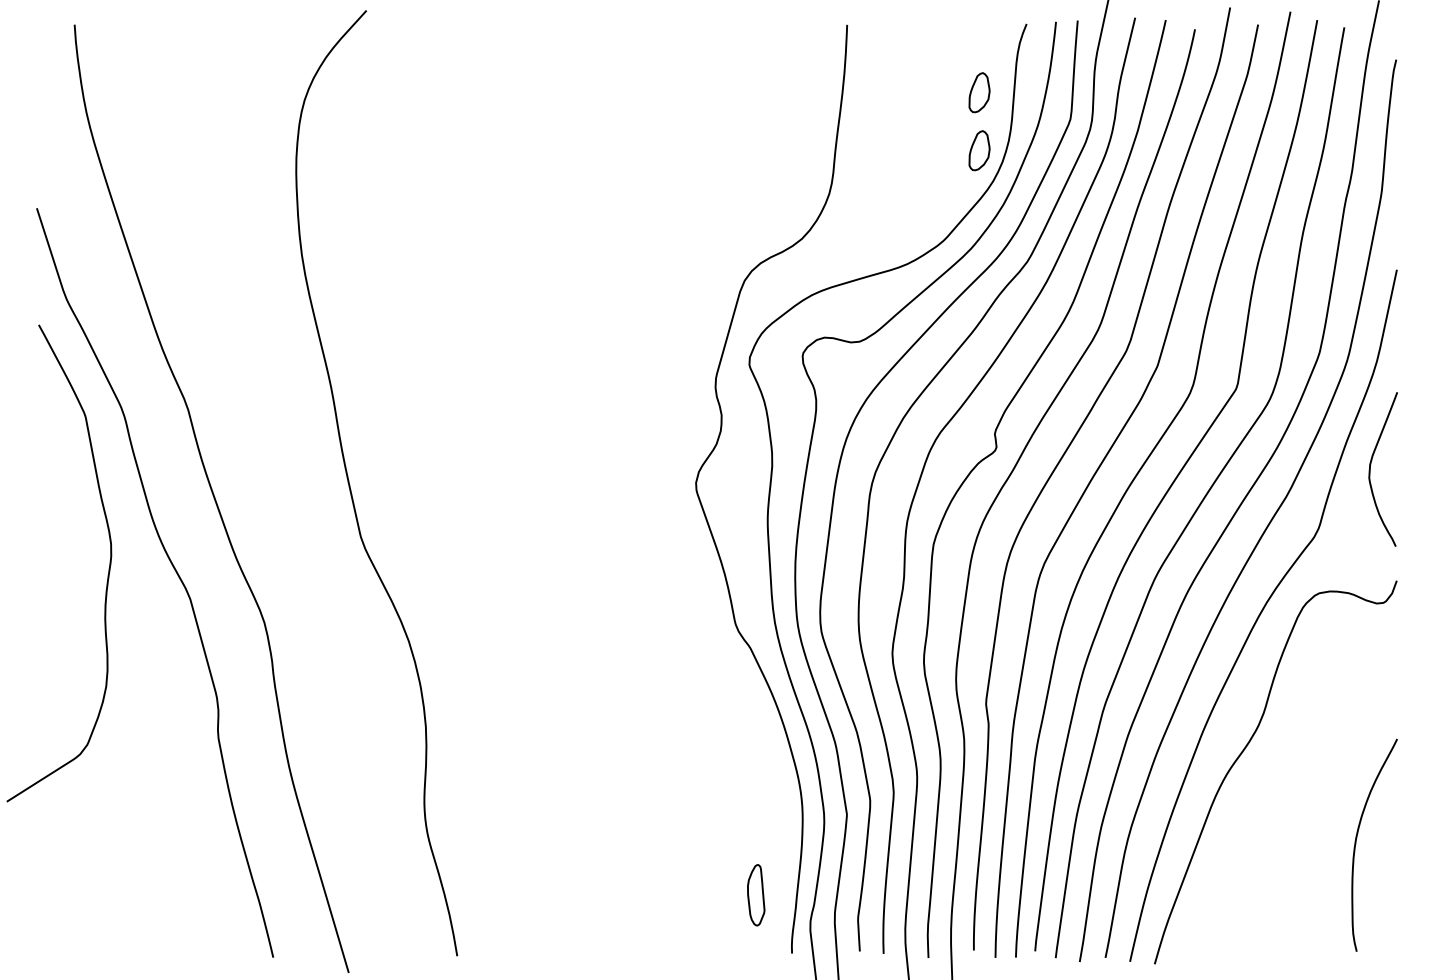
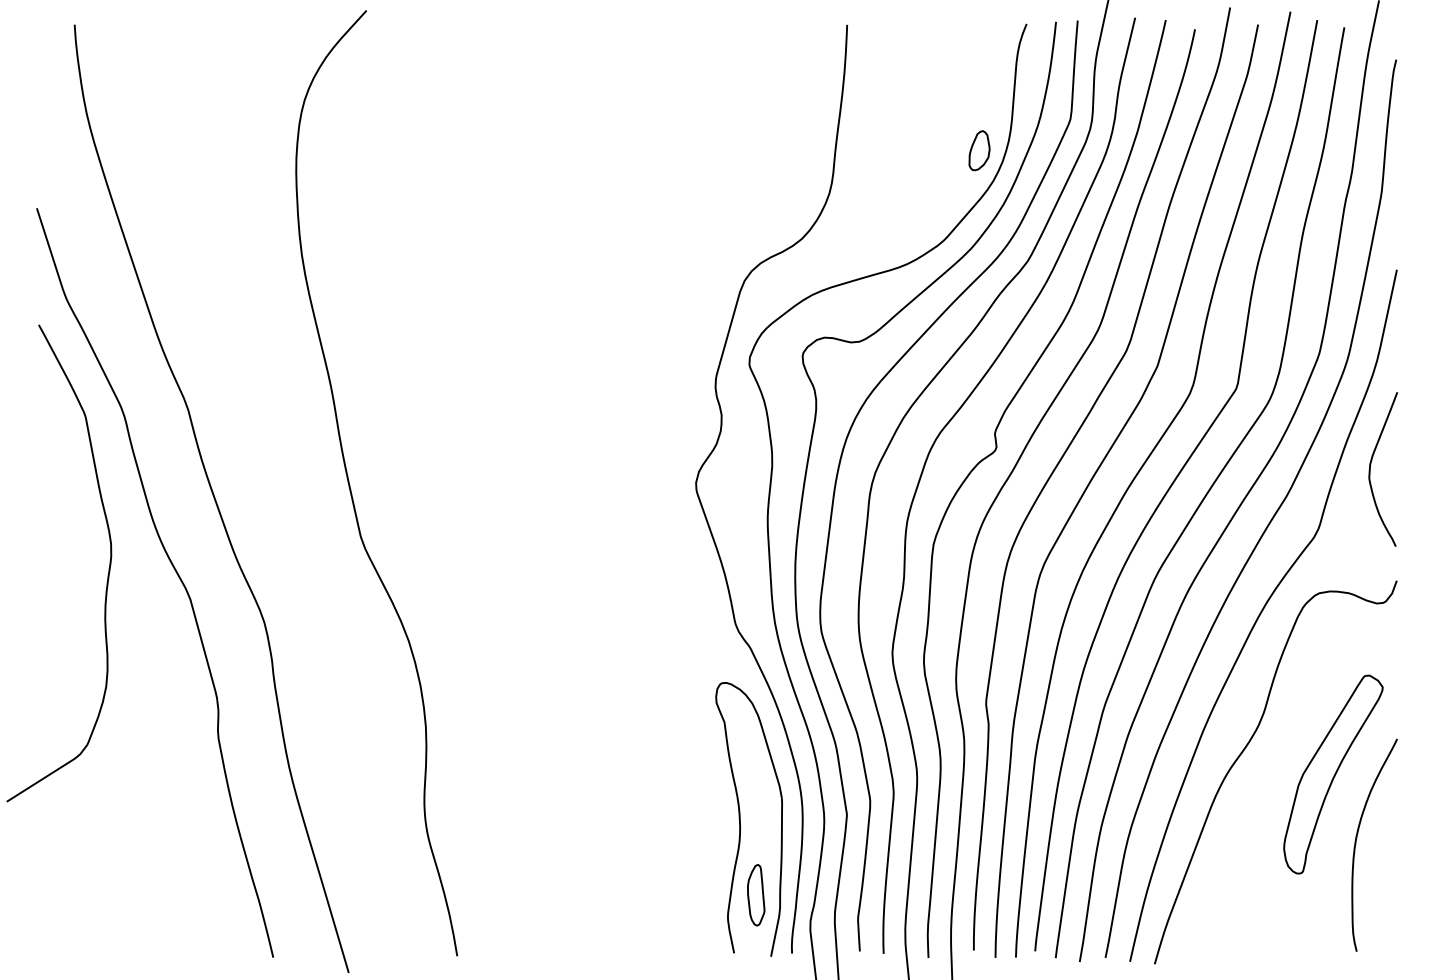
part at (979, 92): present -> none
part at (1333, 774): none -> present
part at (740, 819): none -> present
